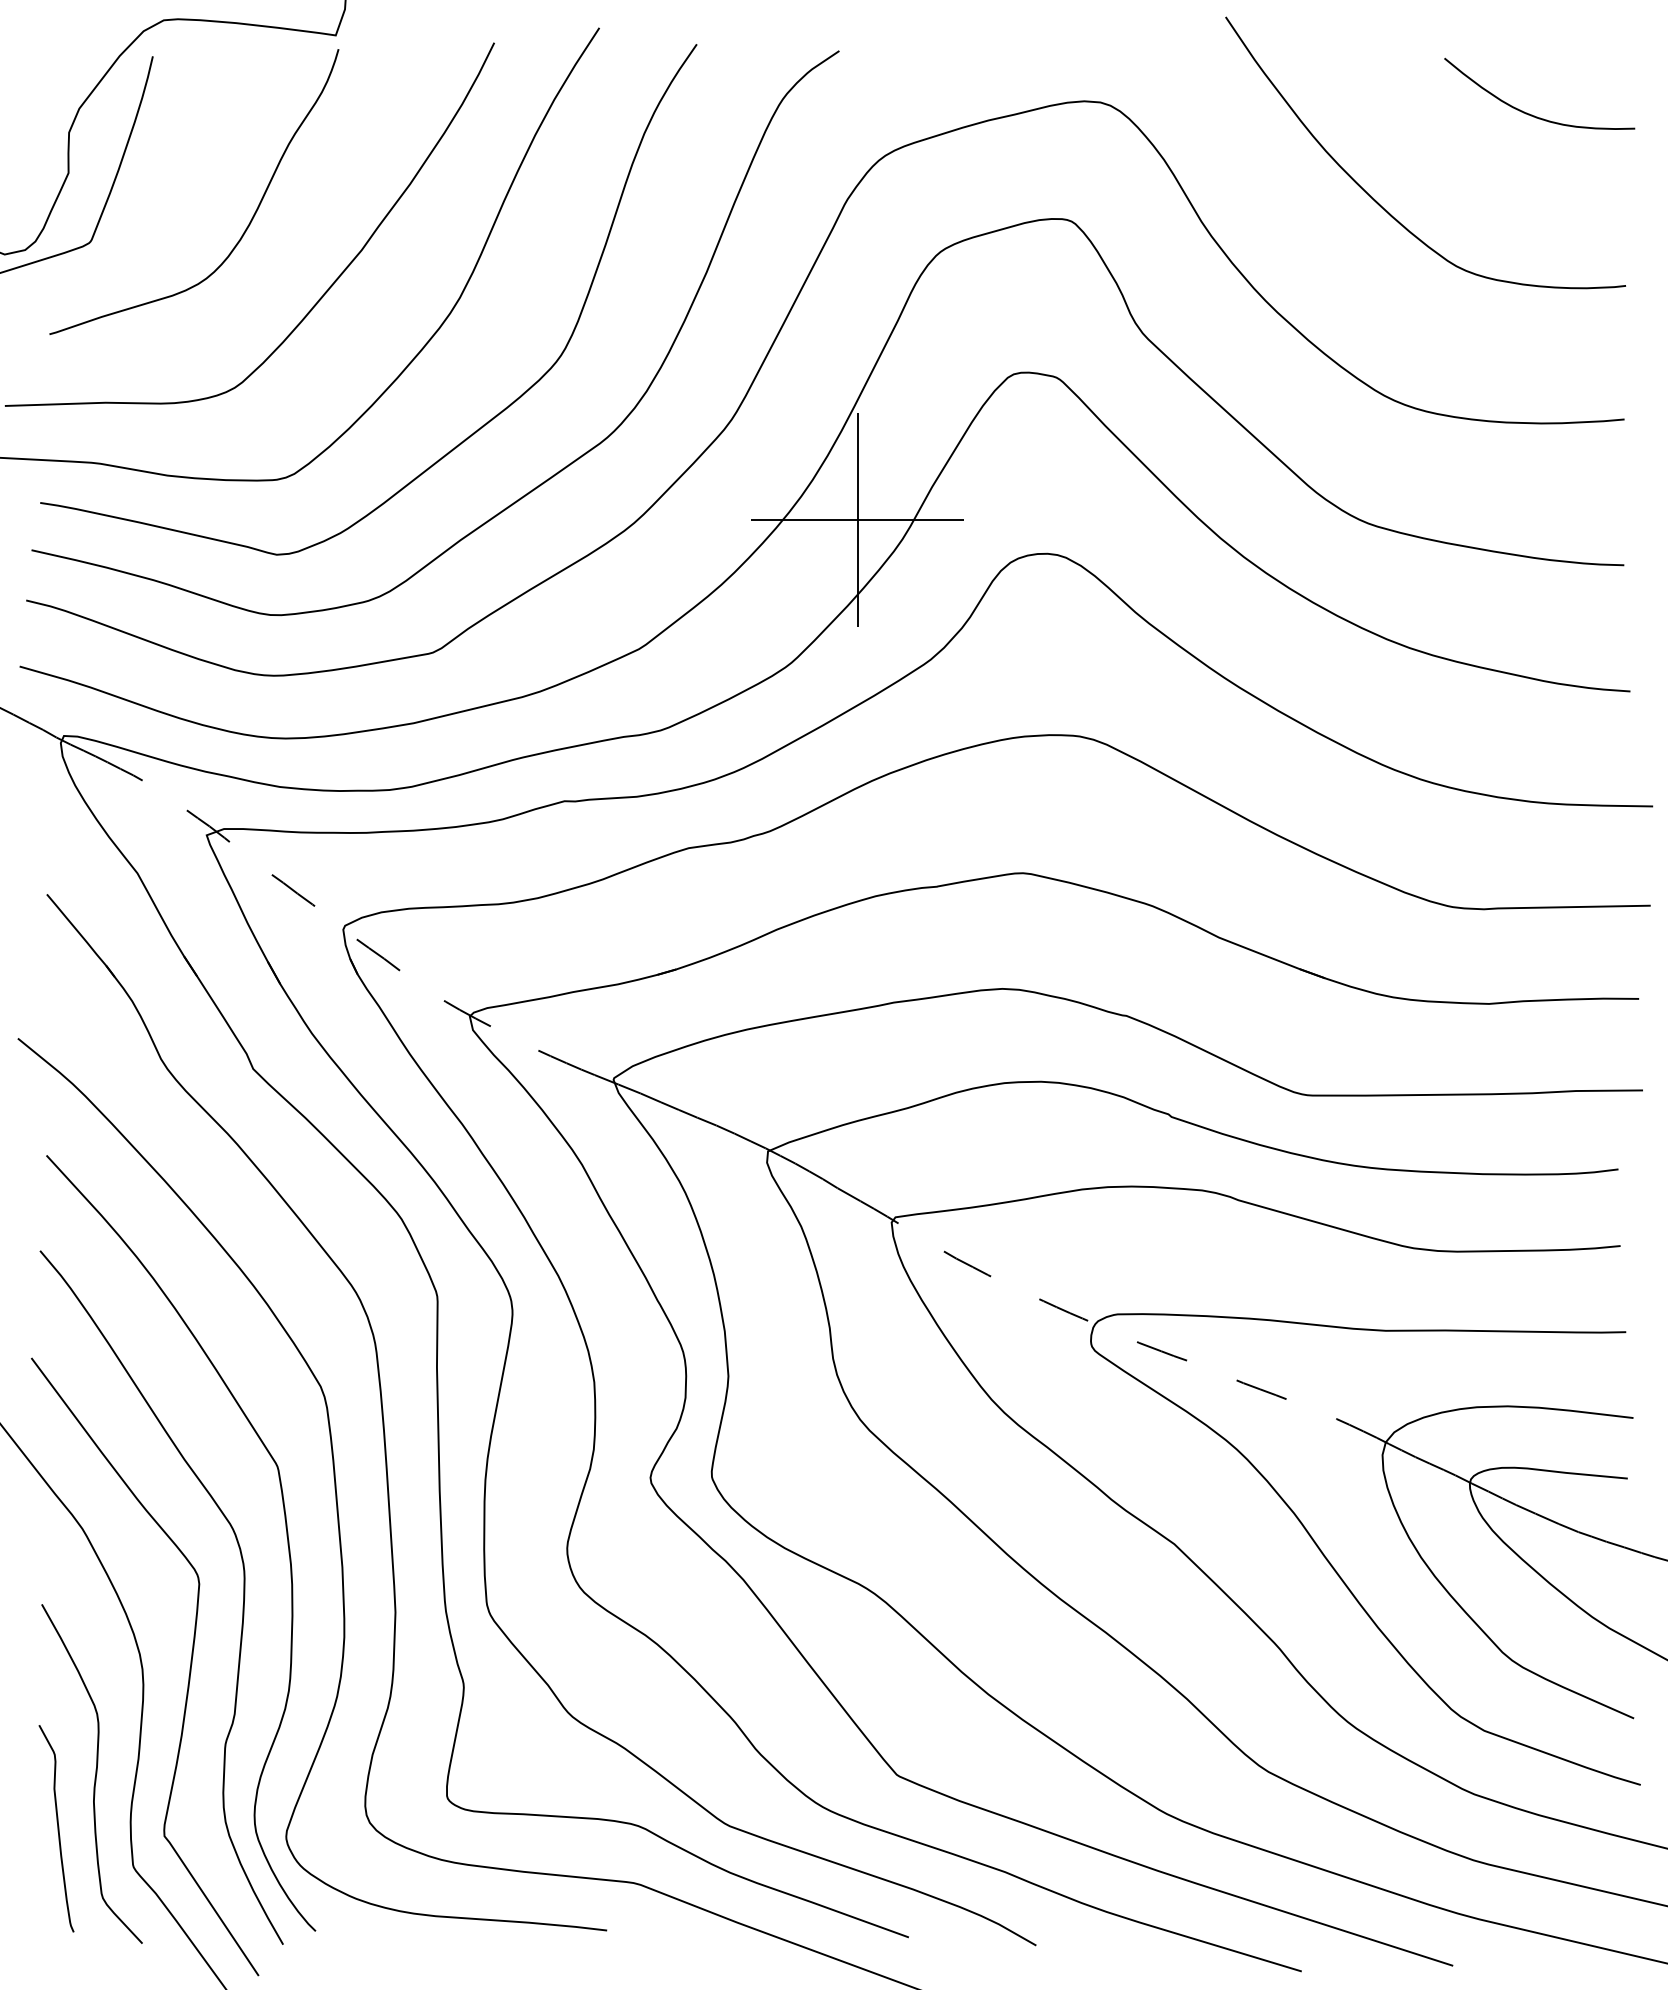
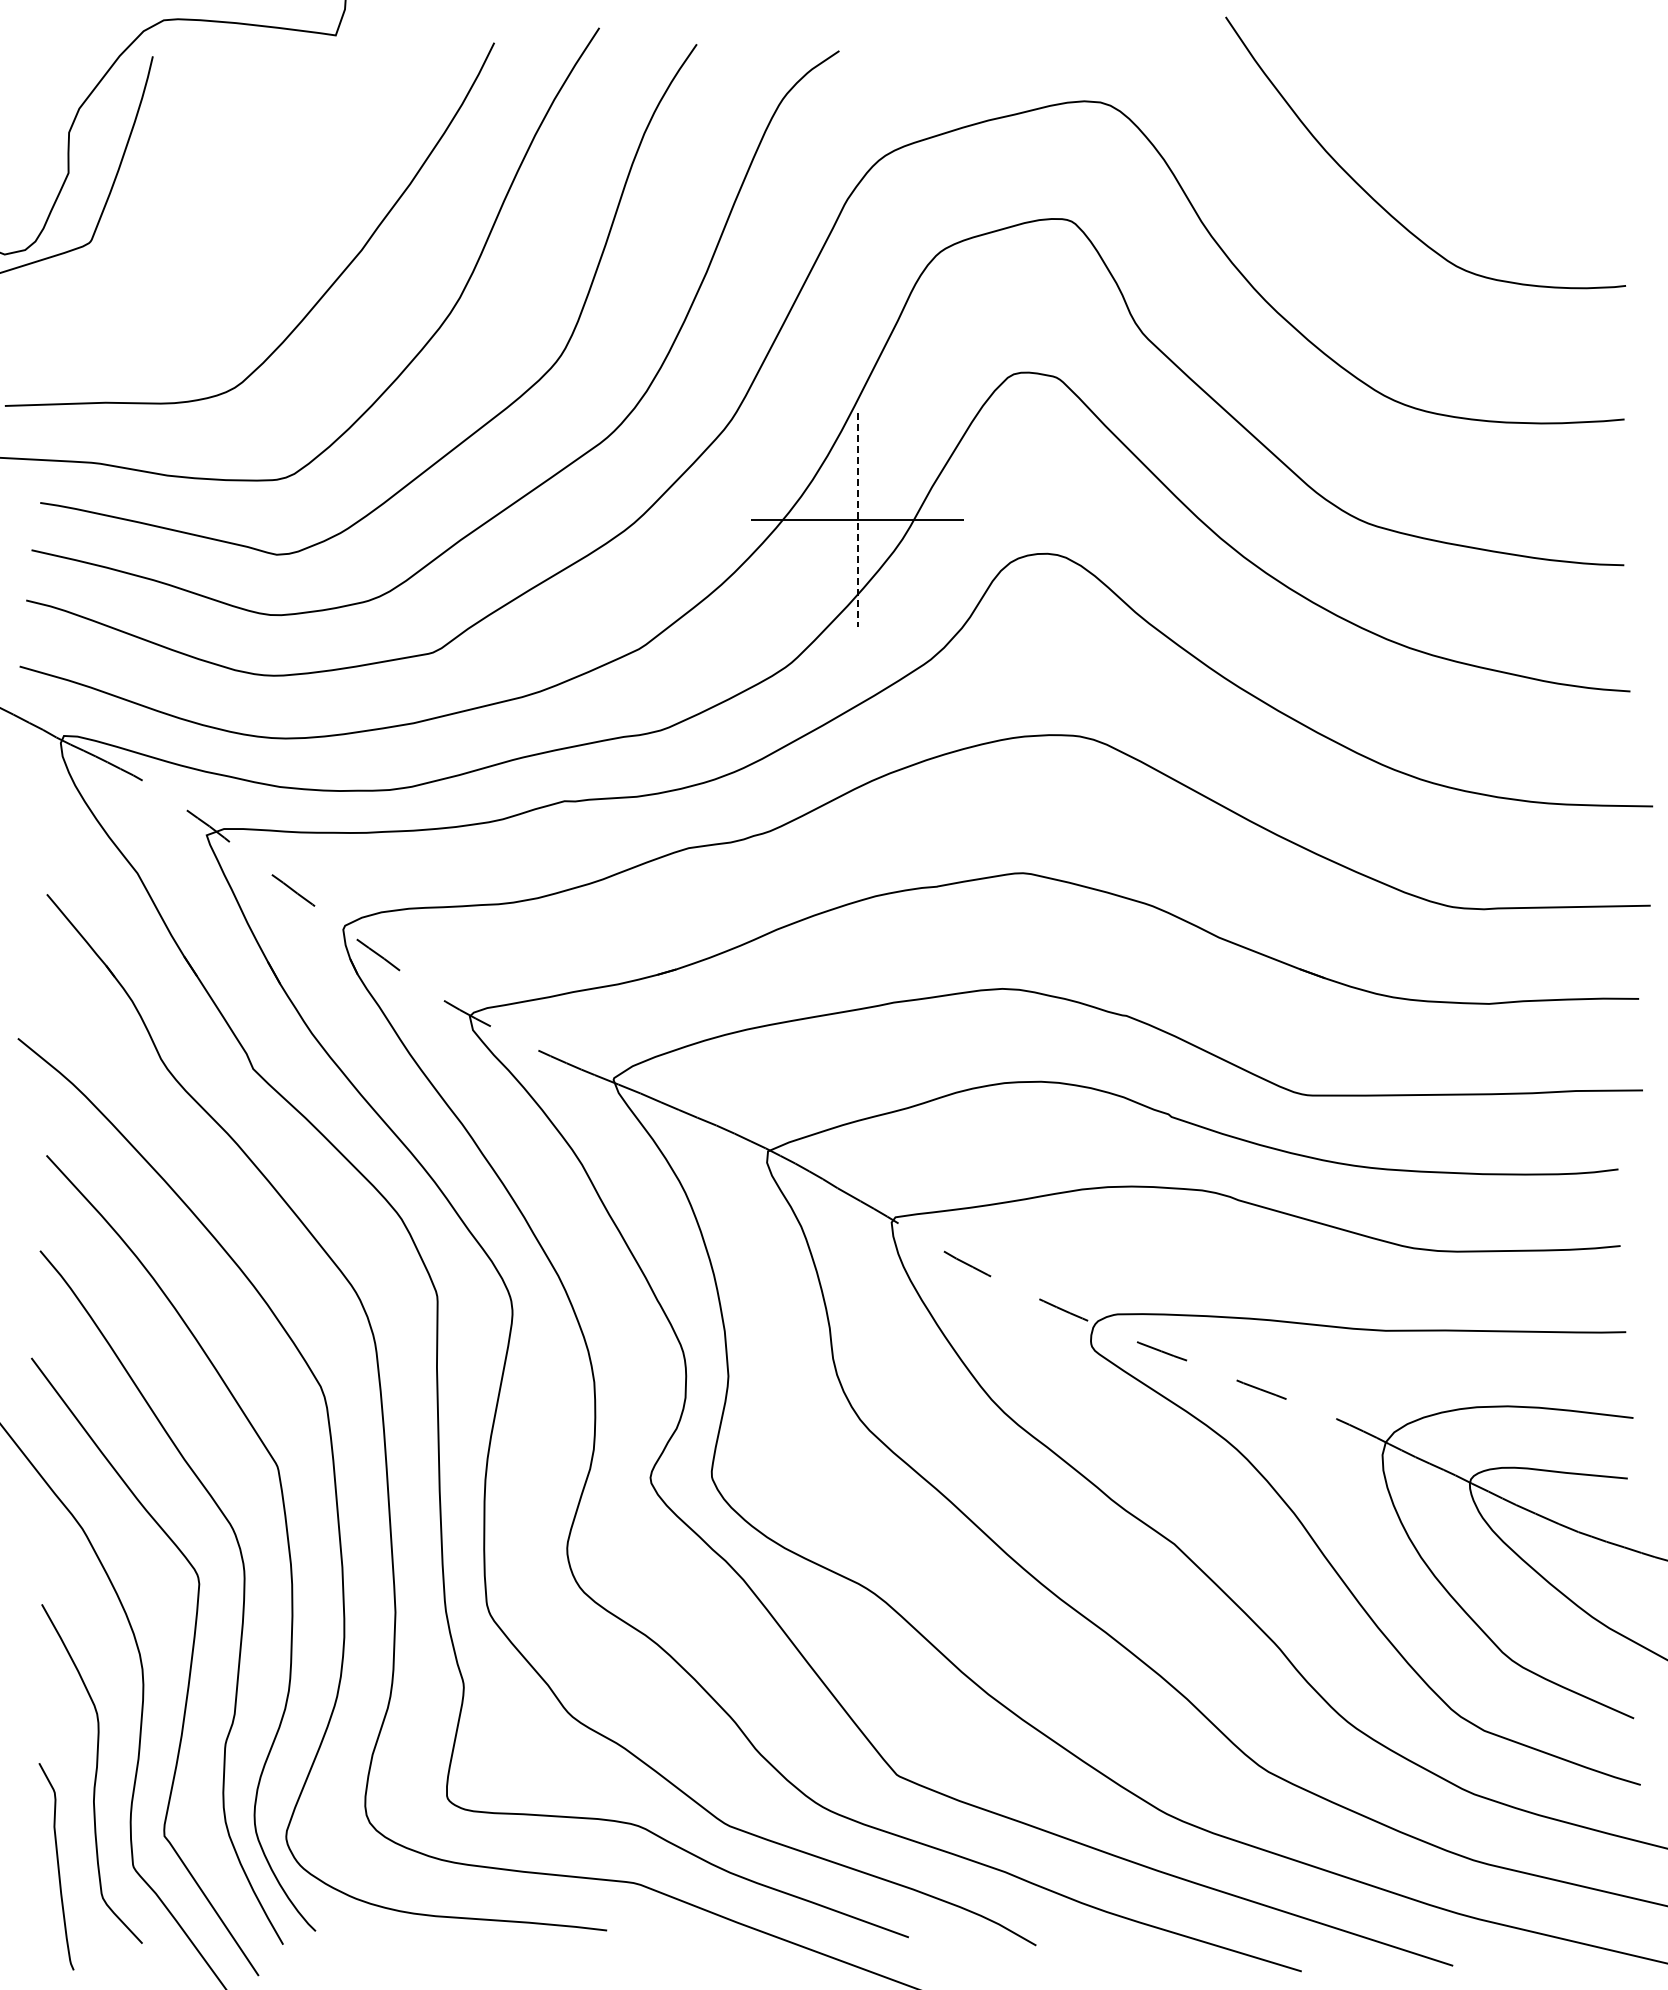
curve at (1532, 114): present -> none
curve at (247, 225): present -> none
line at (857, 520): solid -> dashed
curve at (57, 1828) position: (57, 1828) -> (57, 1866)
